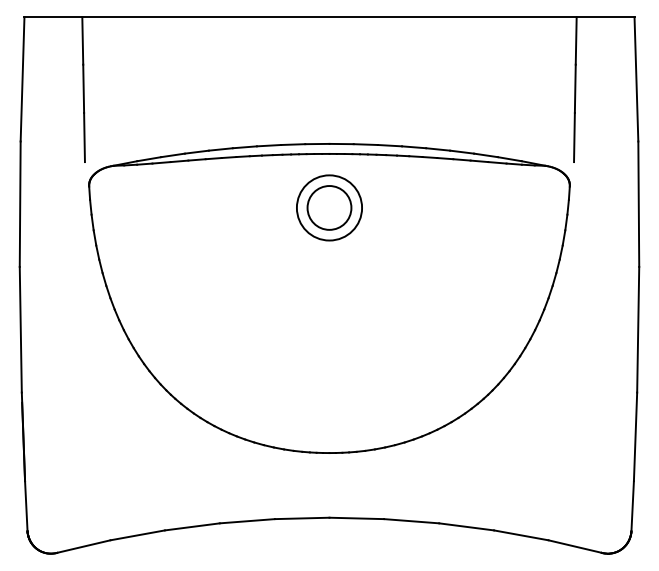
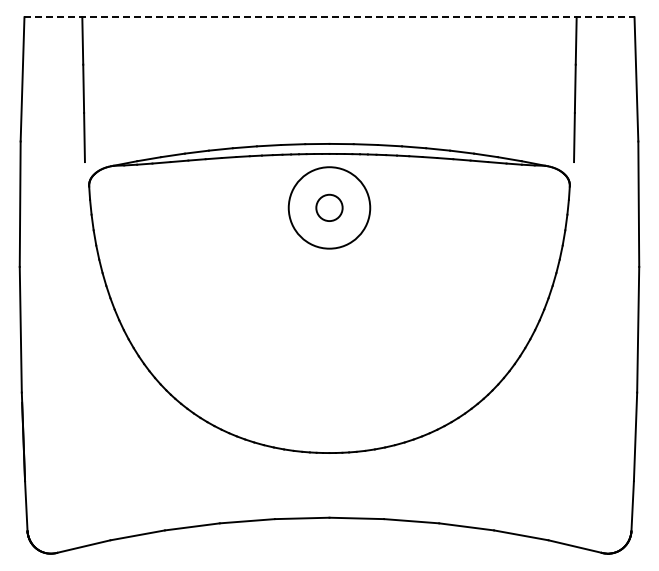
line at (329, 17): solid -> dashed
circle at (329, 207) diameter: 44 px -> 26 px
circle at (329, 207) diameter: 65 px -> 81 px
